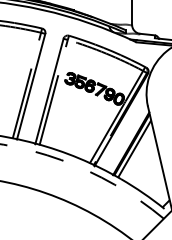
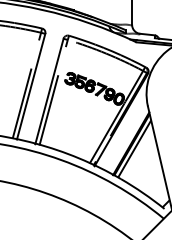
arc at (86, 170): dashed -> solid
